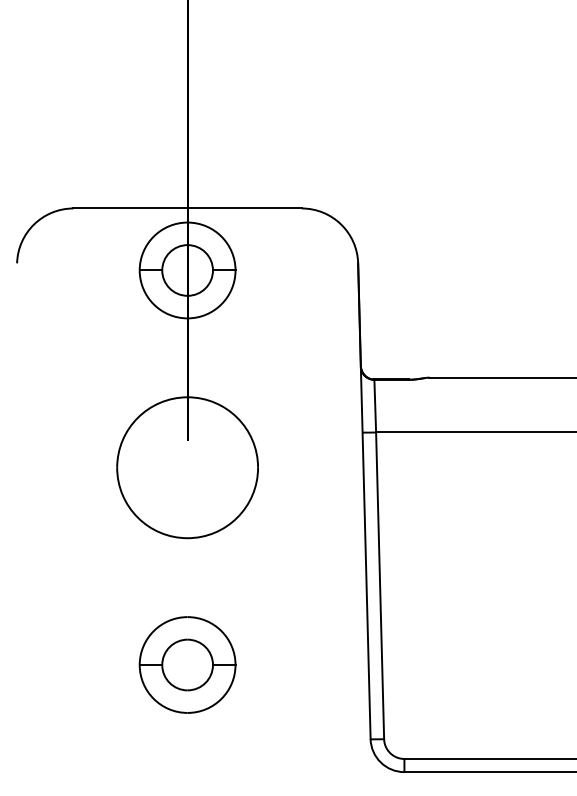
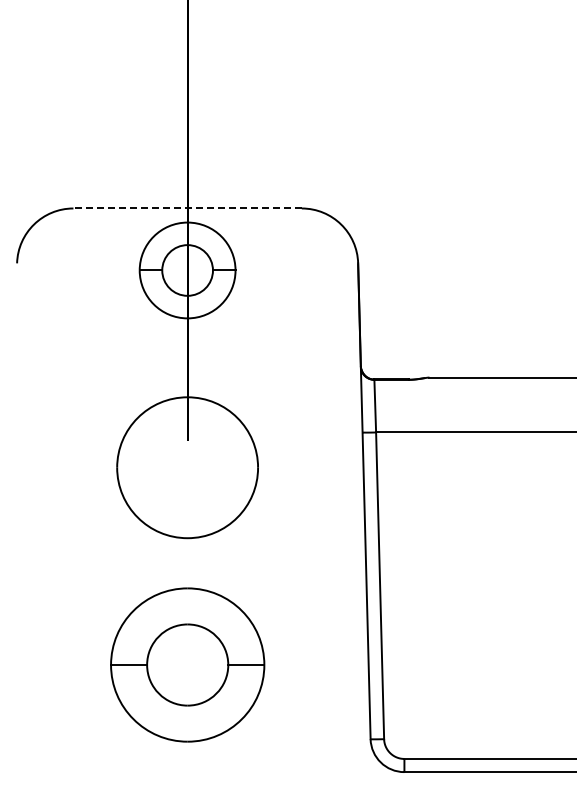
line at (187, 208): solid -> dashed
part at (187, 664) size: 99x98 px -> 156x156 px
